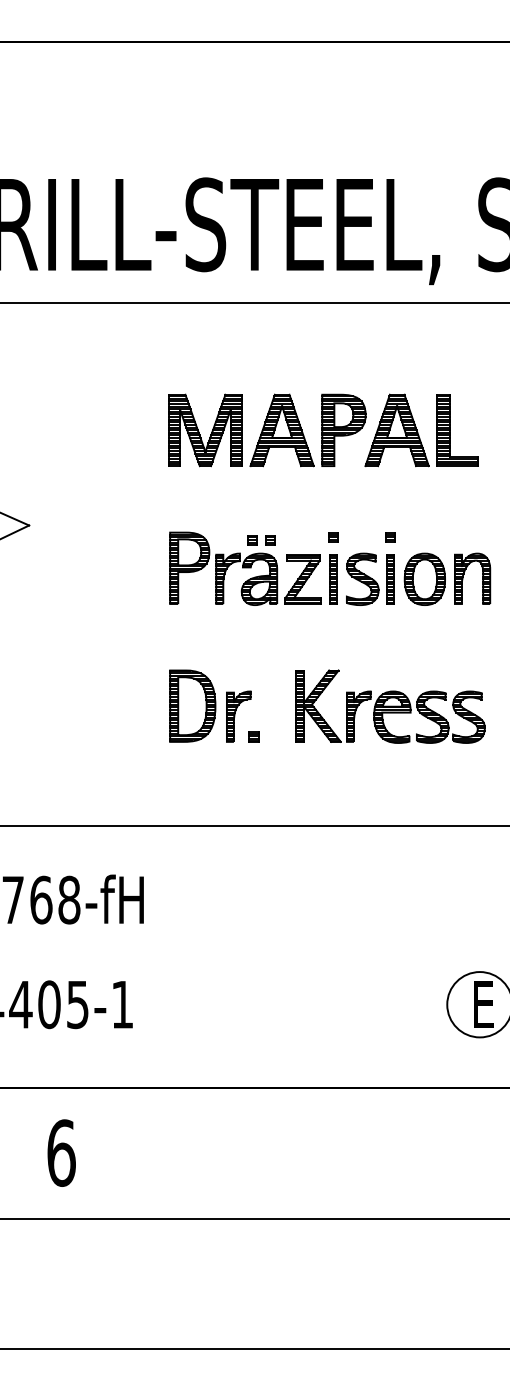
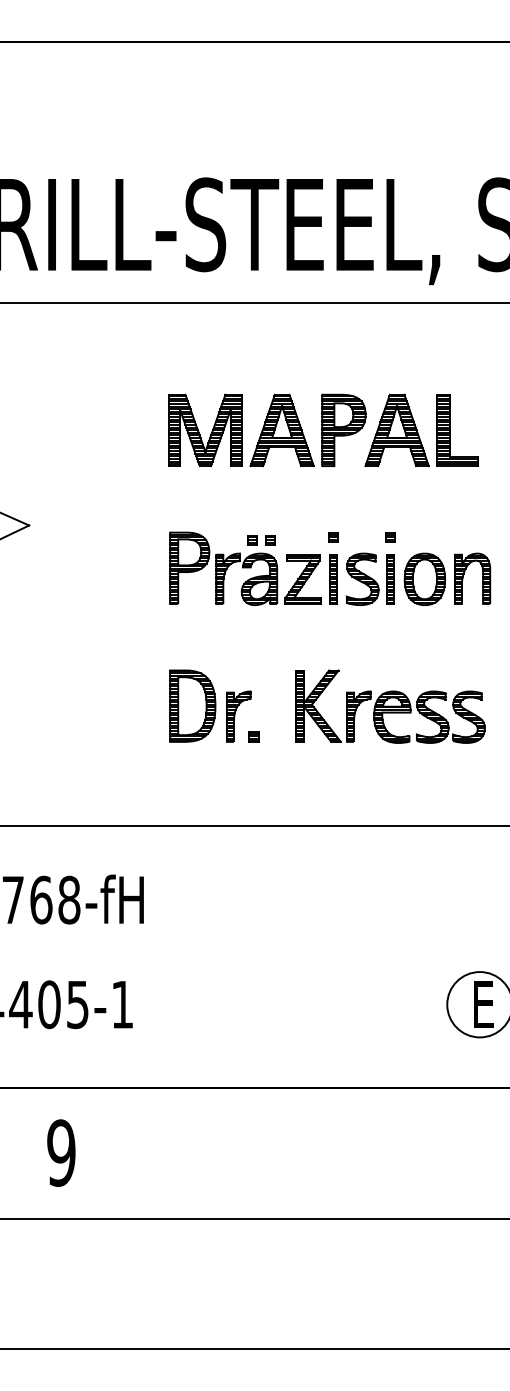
text at (61, 1152): 6 -> 9
